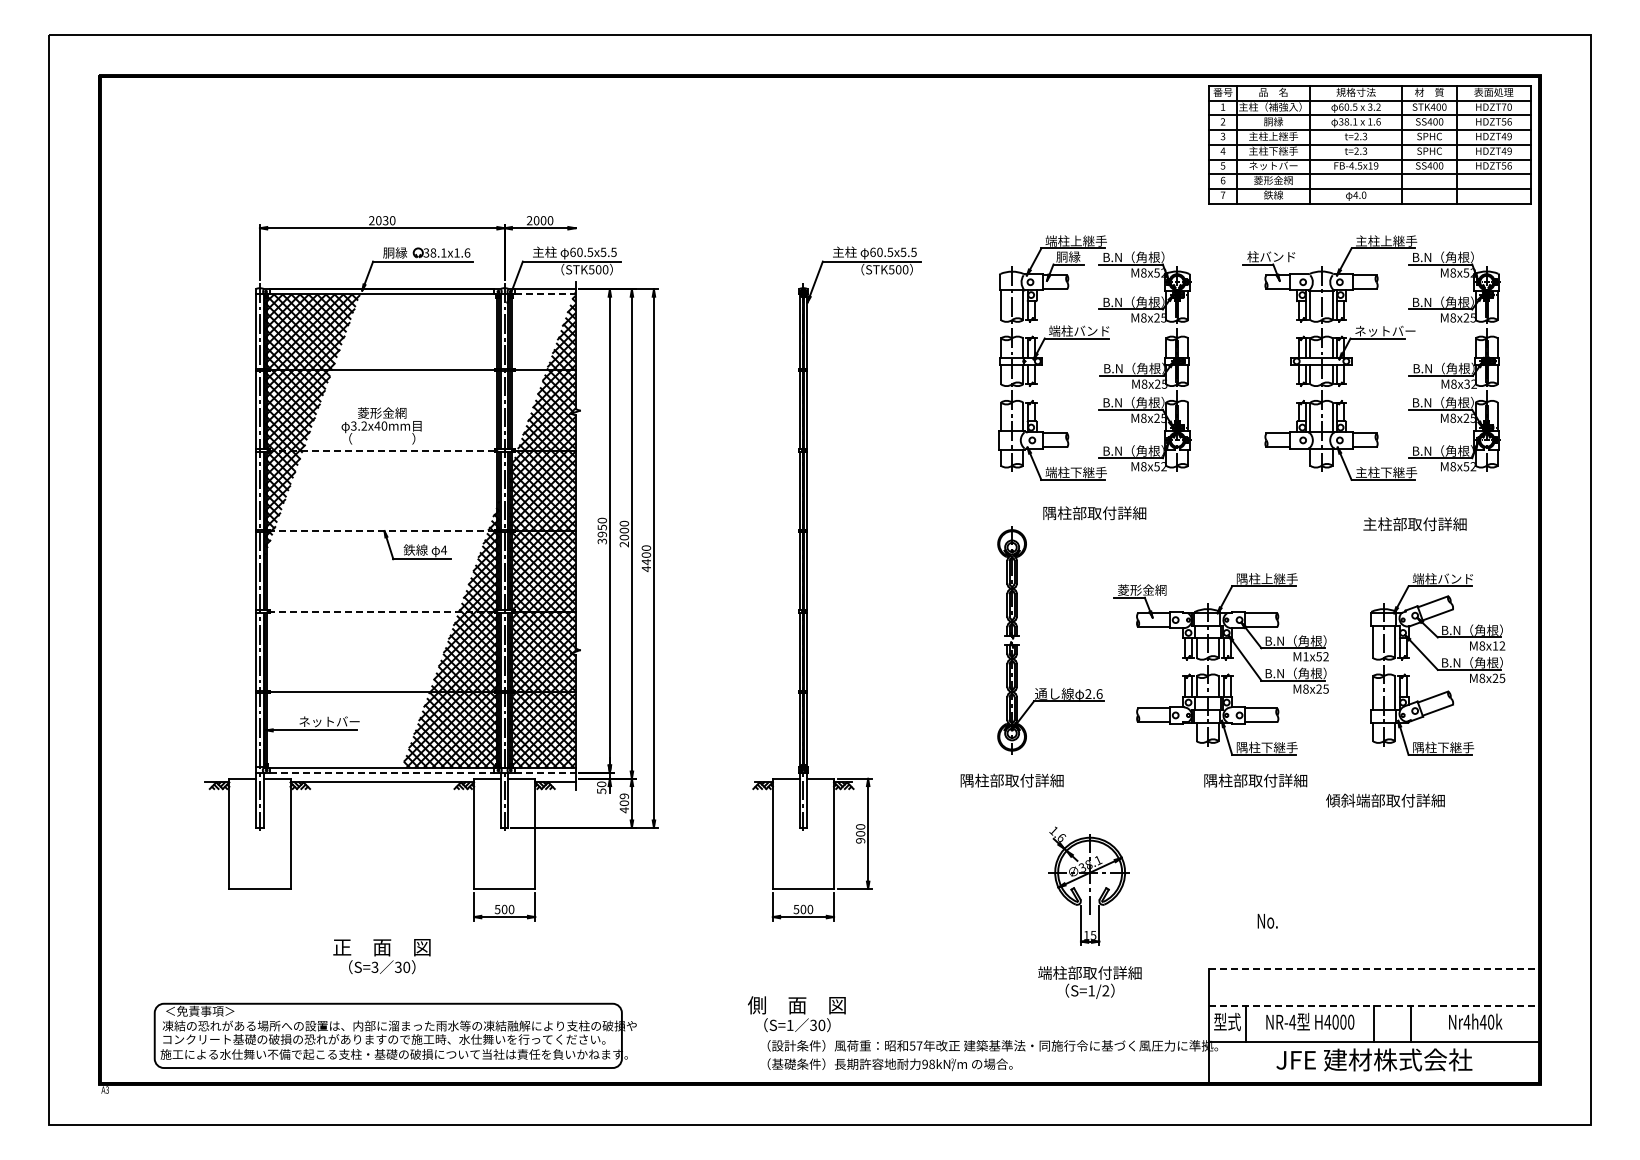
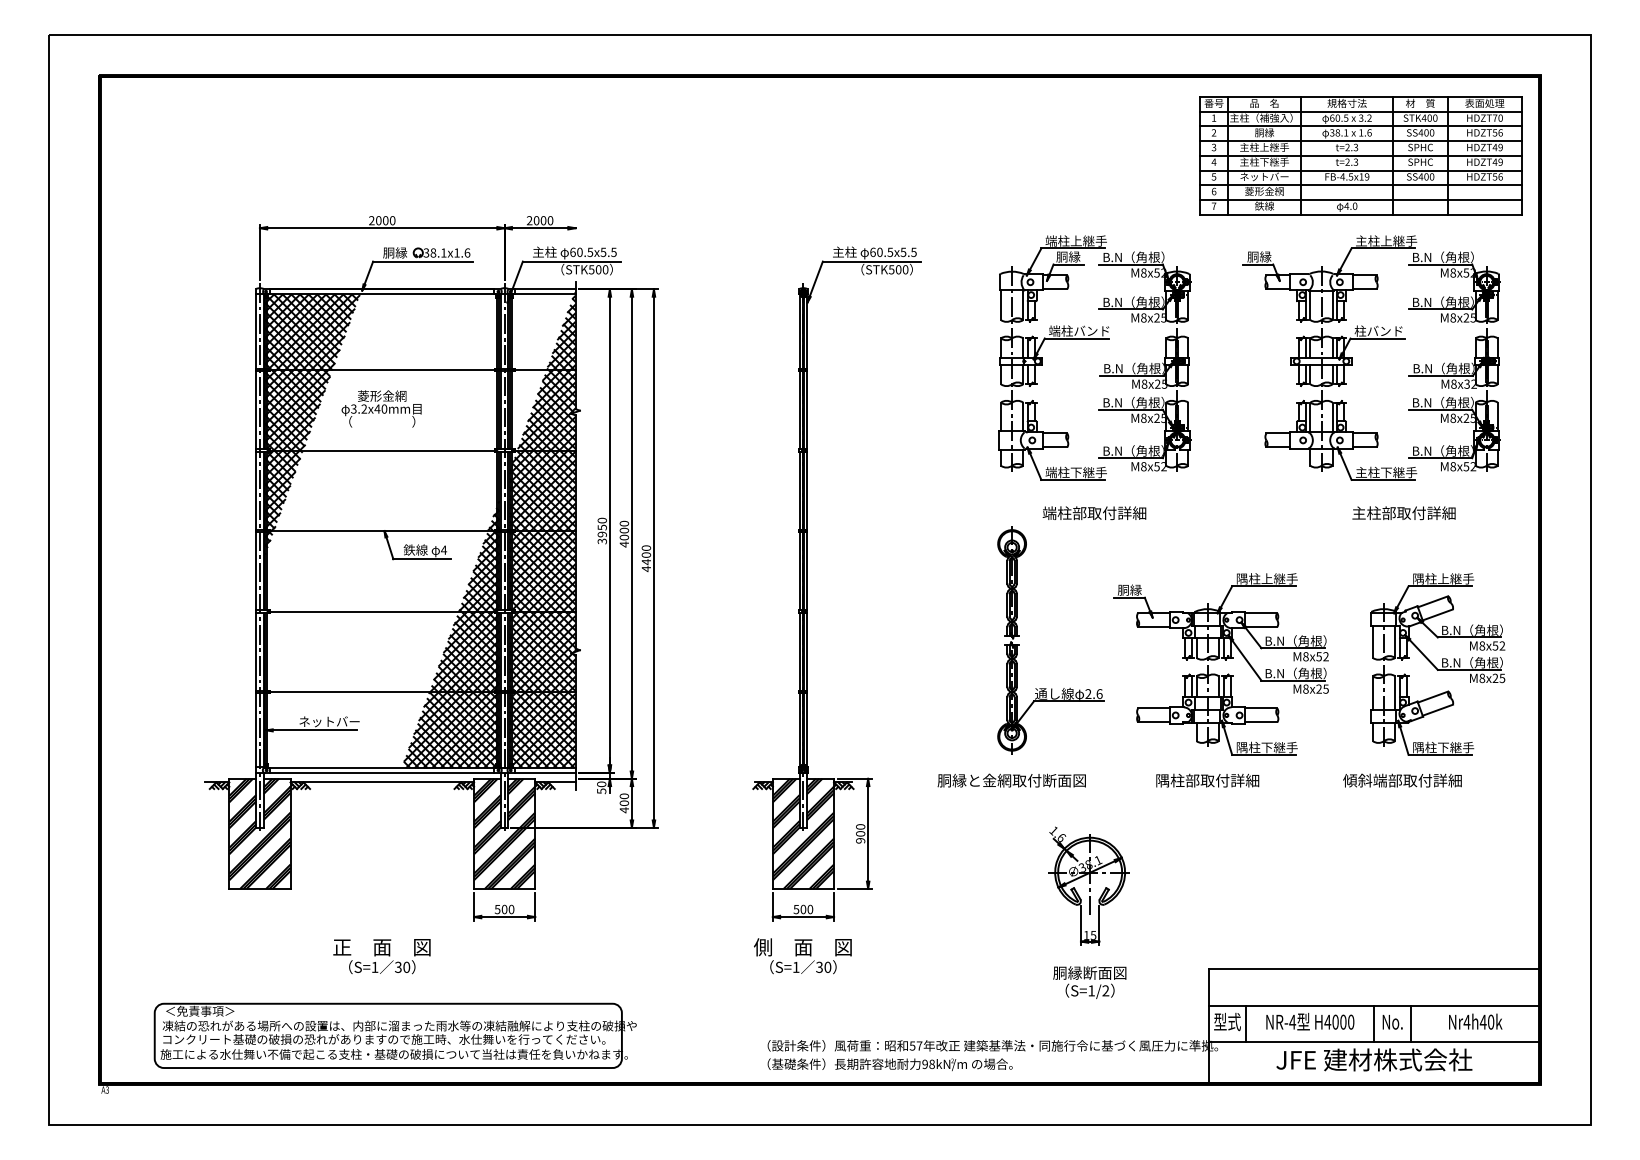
part at (1369, 144) position: (1369, 144) -> (1360, 155)
text at (385, 220): 2030 -> 2000
text at (1271, 256): 柱バンド -> 胴縁
line at (545, 294): dashed -> solid
text at (1384, 330): ネットバー -> 柱バンド
text at (381, 425) position: (381, 425) -> (381, 408)
line at (381, 450): dashed -> solid
text at (1049, 512): 隅柱部取付詳細 -> 端柱部取付詳細
text at (1414, 524) position: (1414, 524) -> (1403, 513)
line at (381, 531): dashed -> solid
text at (623, 544): 2000 -> 4000
text at (1443, 578): 端柱バンド -> 隅柱上継手
text at (1141, 589): 菱形金網 -> 胴縁
line at (381, 611): dashed -> solid
text at (1495, 645): M8x12 -> M8x52
text at (1305, 656): M1x52 -> M8x52
line at (382, 772): dashed -> solid
line at (545, 772): dashed -> solid
text at (1011, 780): 隅柱部取付詳細 -> 胴縁と金網取付断面図
text at (1255, 780) position: (1255, 780) -> (1207, 780)
text at (624, 796): 409 -> 400
text at (1385, 800) position: (1385, 800) -> (1402, 780)
hatch at (259, 833): none -> present
hatch at (504, 833): none -> present
hatch at (803, 833): none -> present
text at (1267, 921) position: (1267, 921) -> (1392, 1022)
text at (374, 966): S=3 -> S=1
line at (1374, 969): dashed -> solid
text at (1089, 972): 端柱部取付詳細 -> 胴縁断面図
line at (1374, 1005): dashed -> solid
text at (796, 1014) position: (796, 1014) -> (802, 956)
